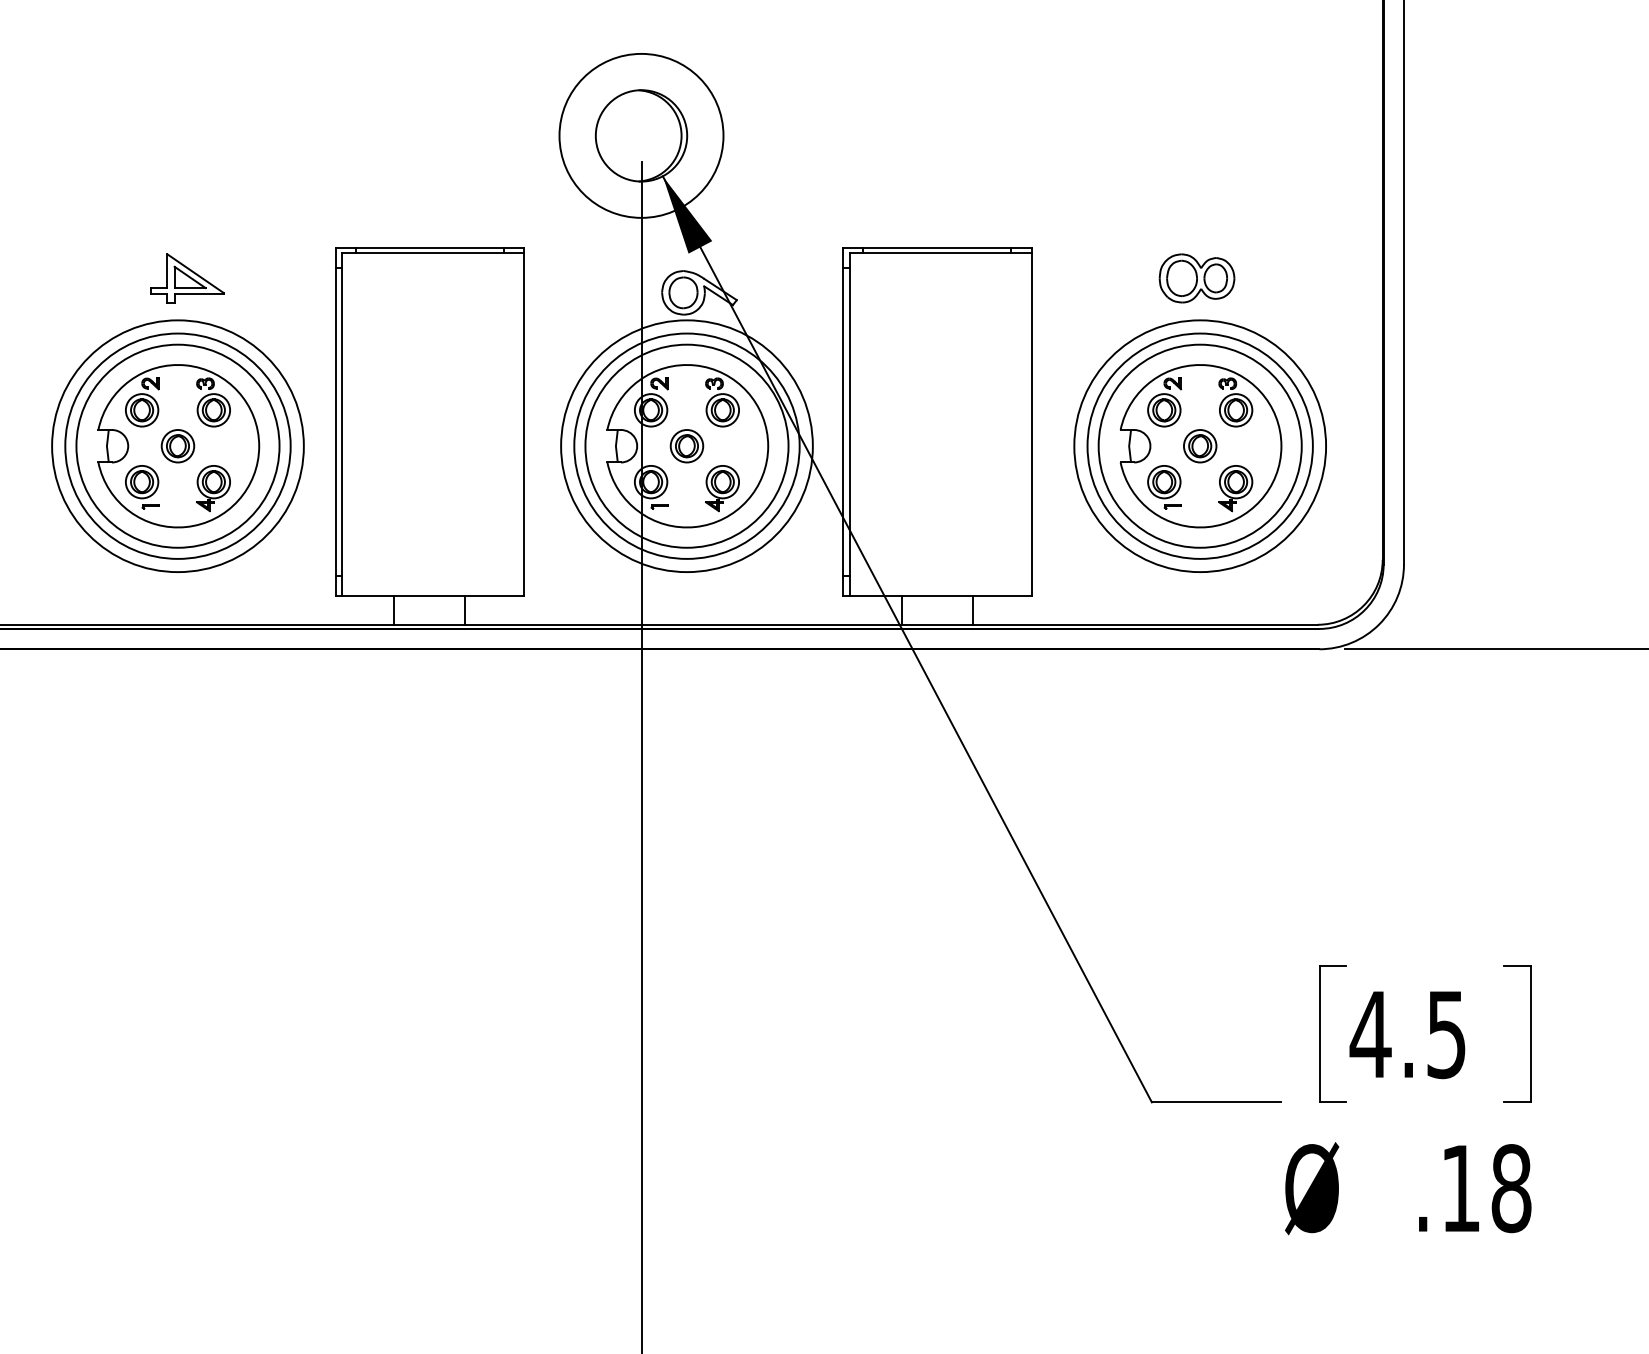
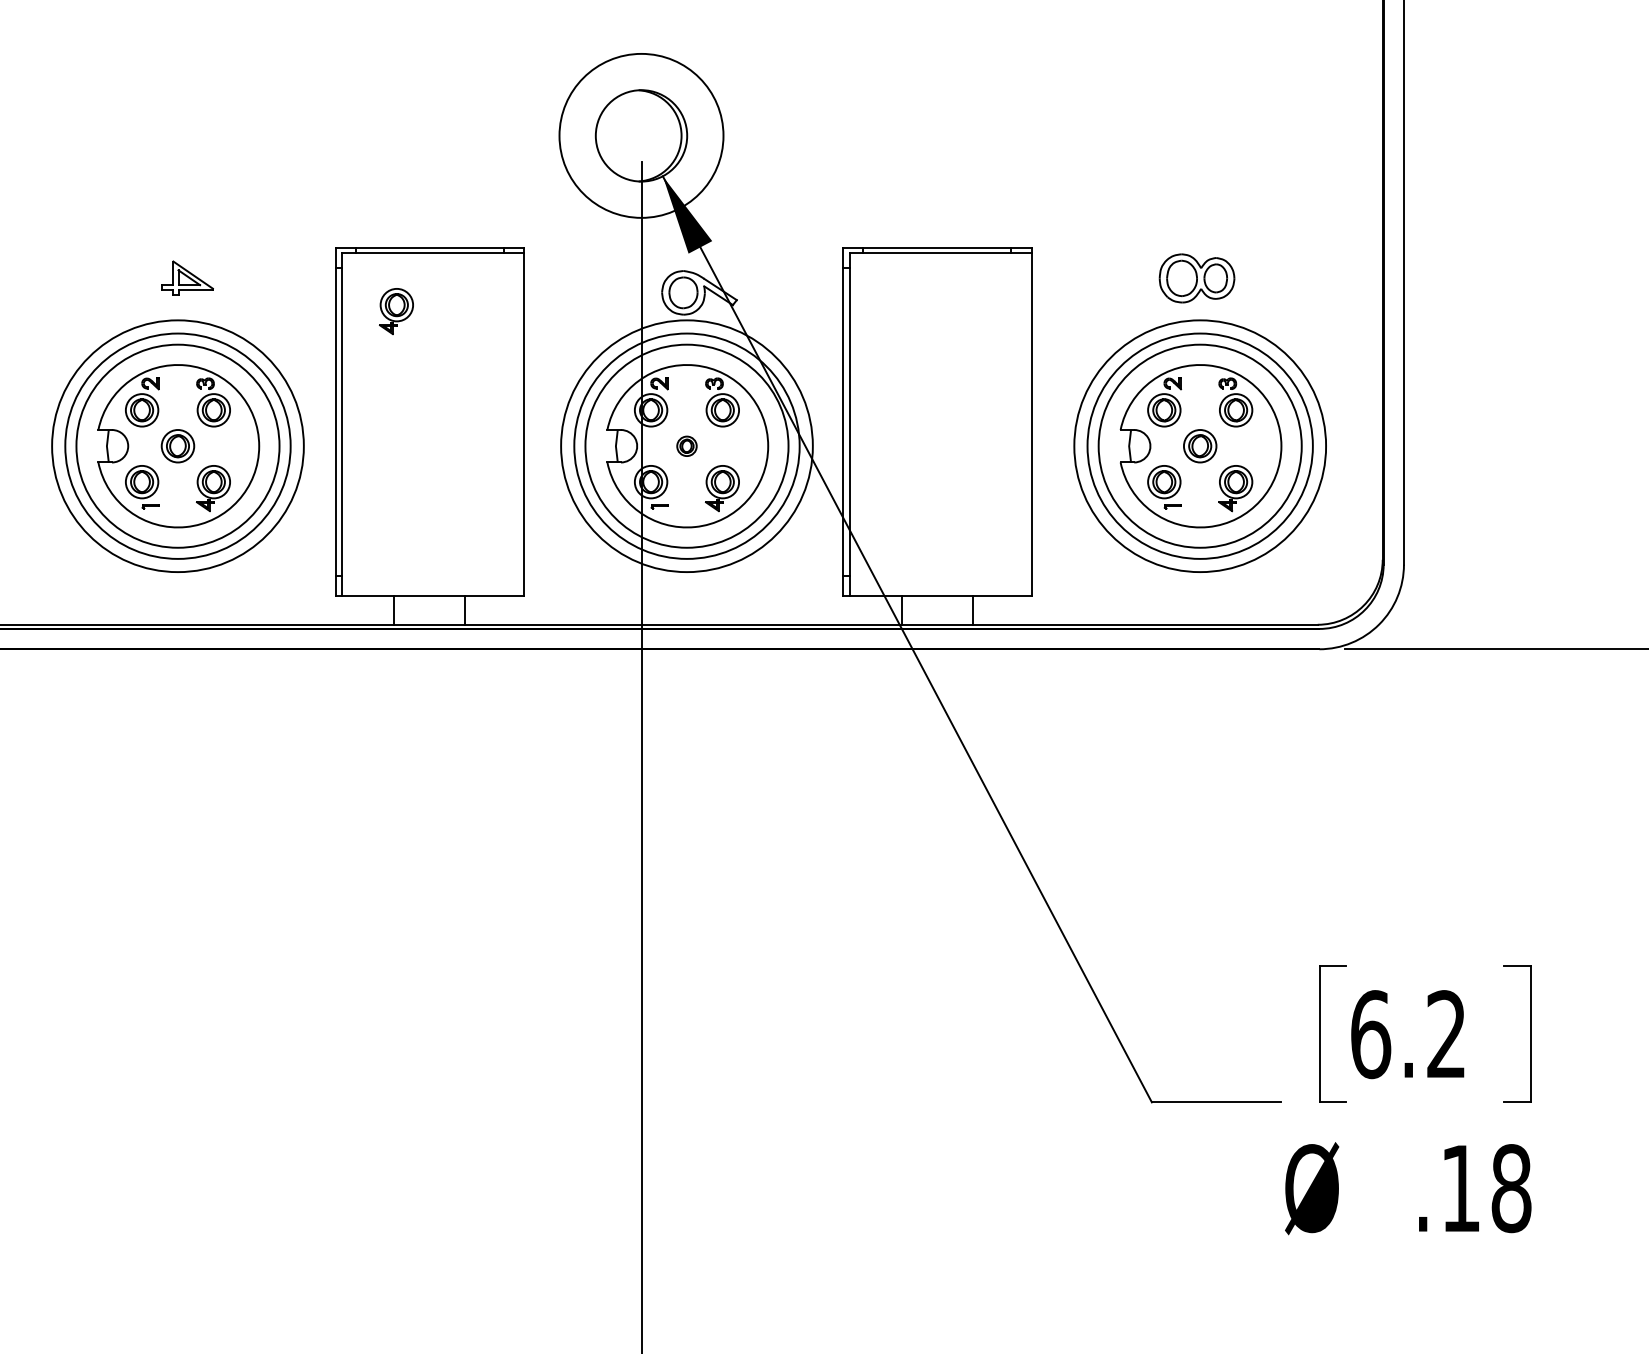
part at (187, 278) size: 75x51 px -> 53x36 px
part at (396, 311): none -> present
part at (686, 446) size: 36x35 px -> 22x22 px
text at (1407, 1034): 4.5 -> 6.2
